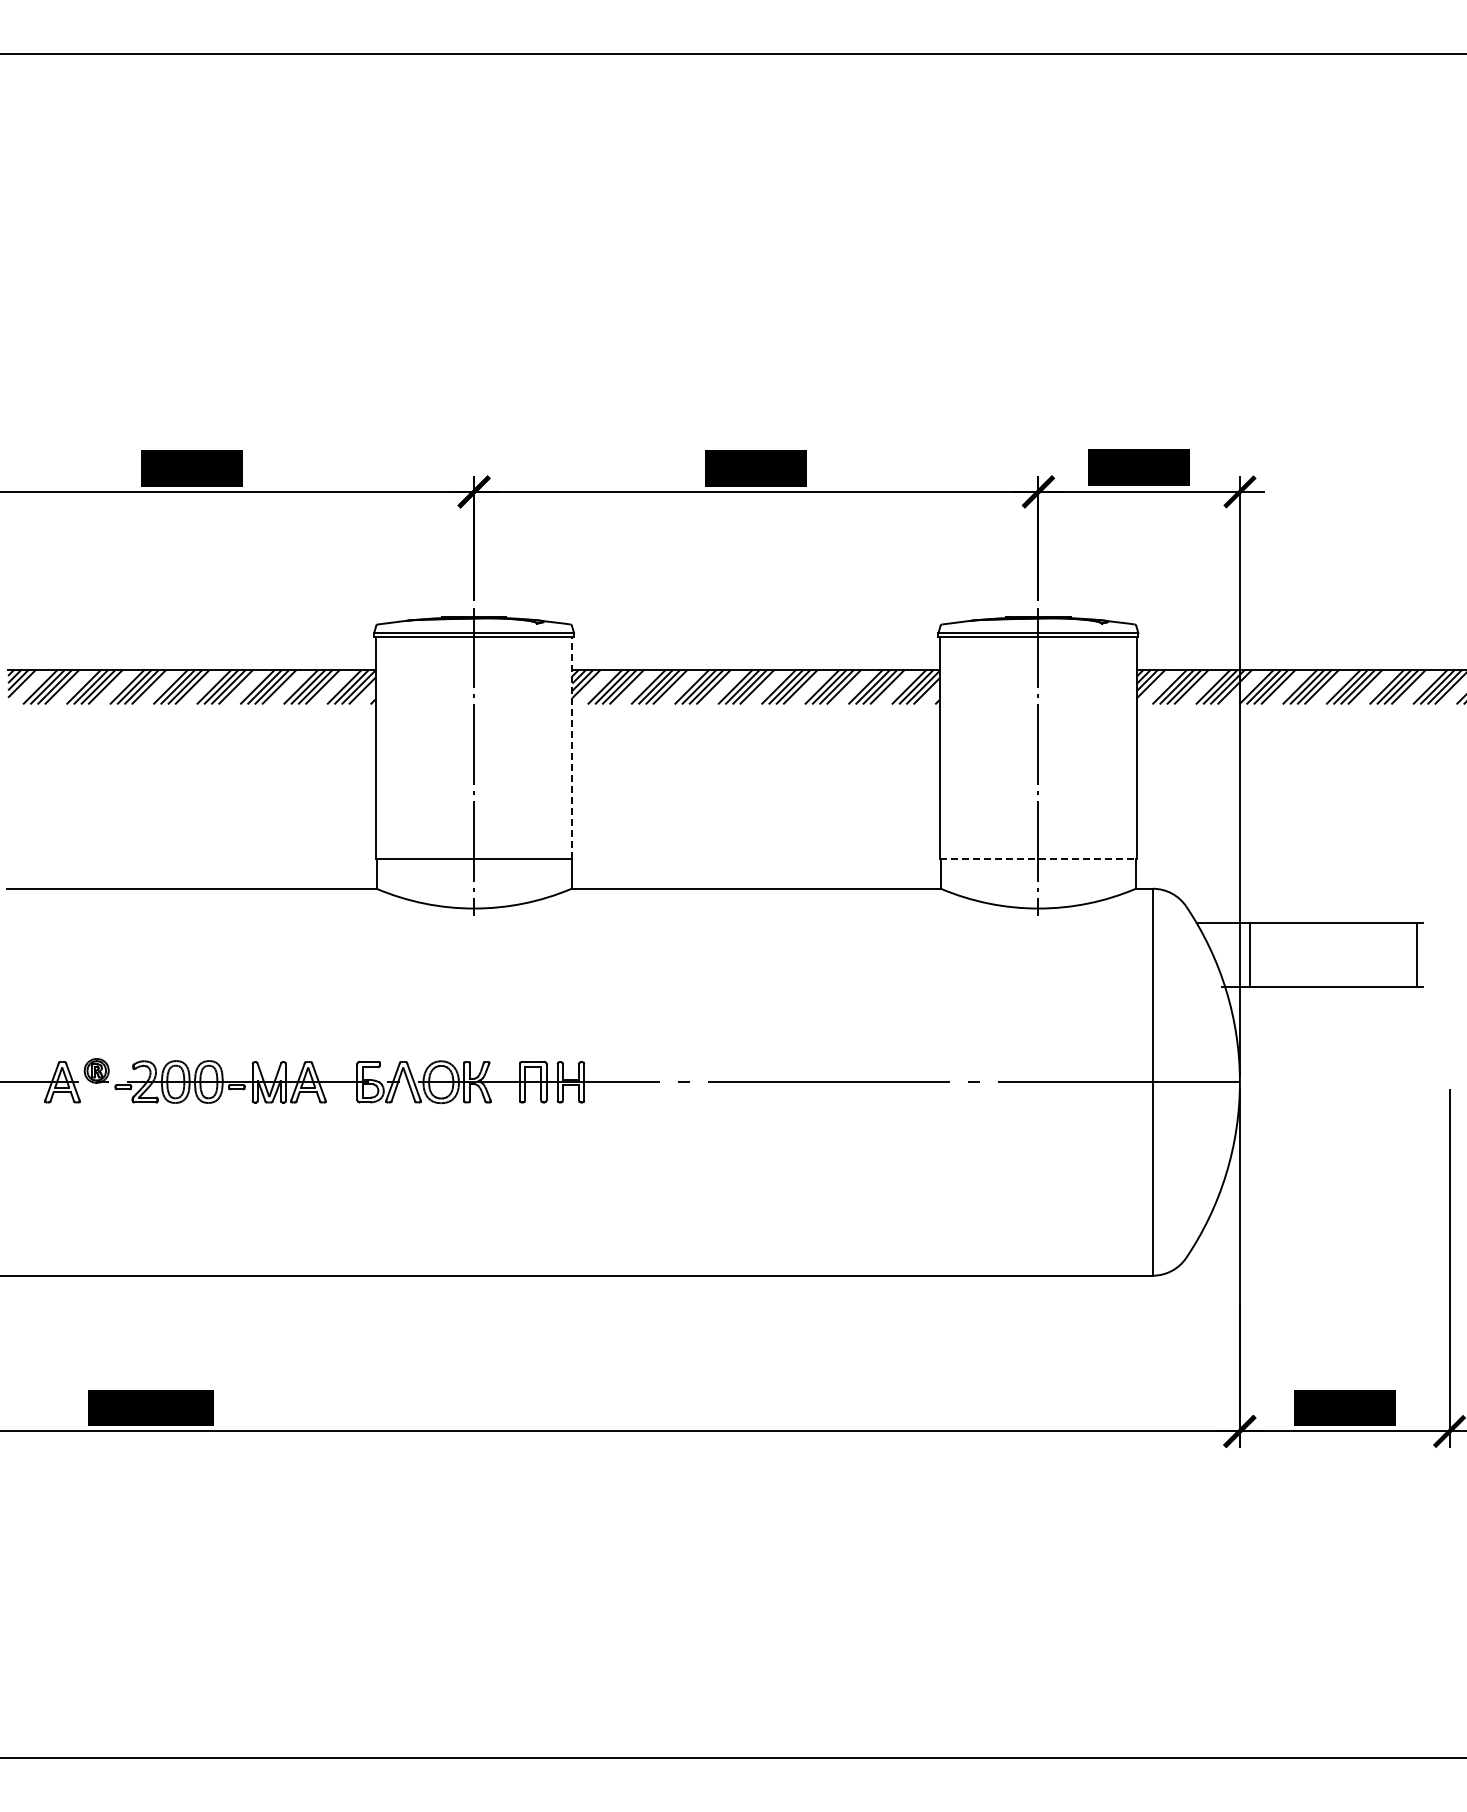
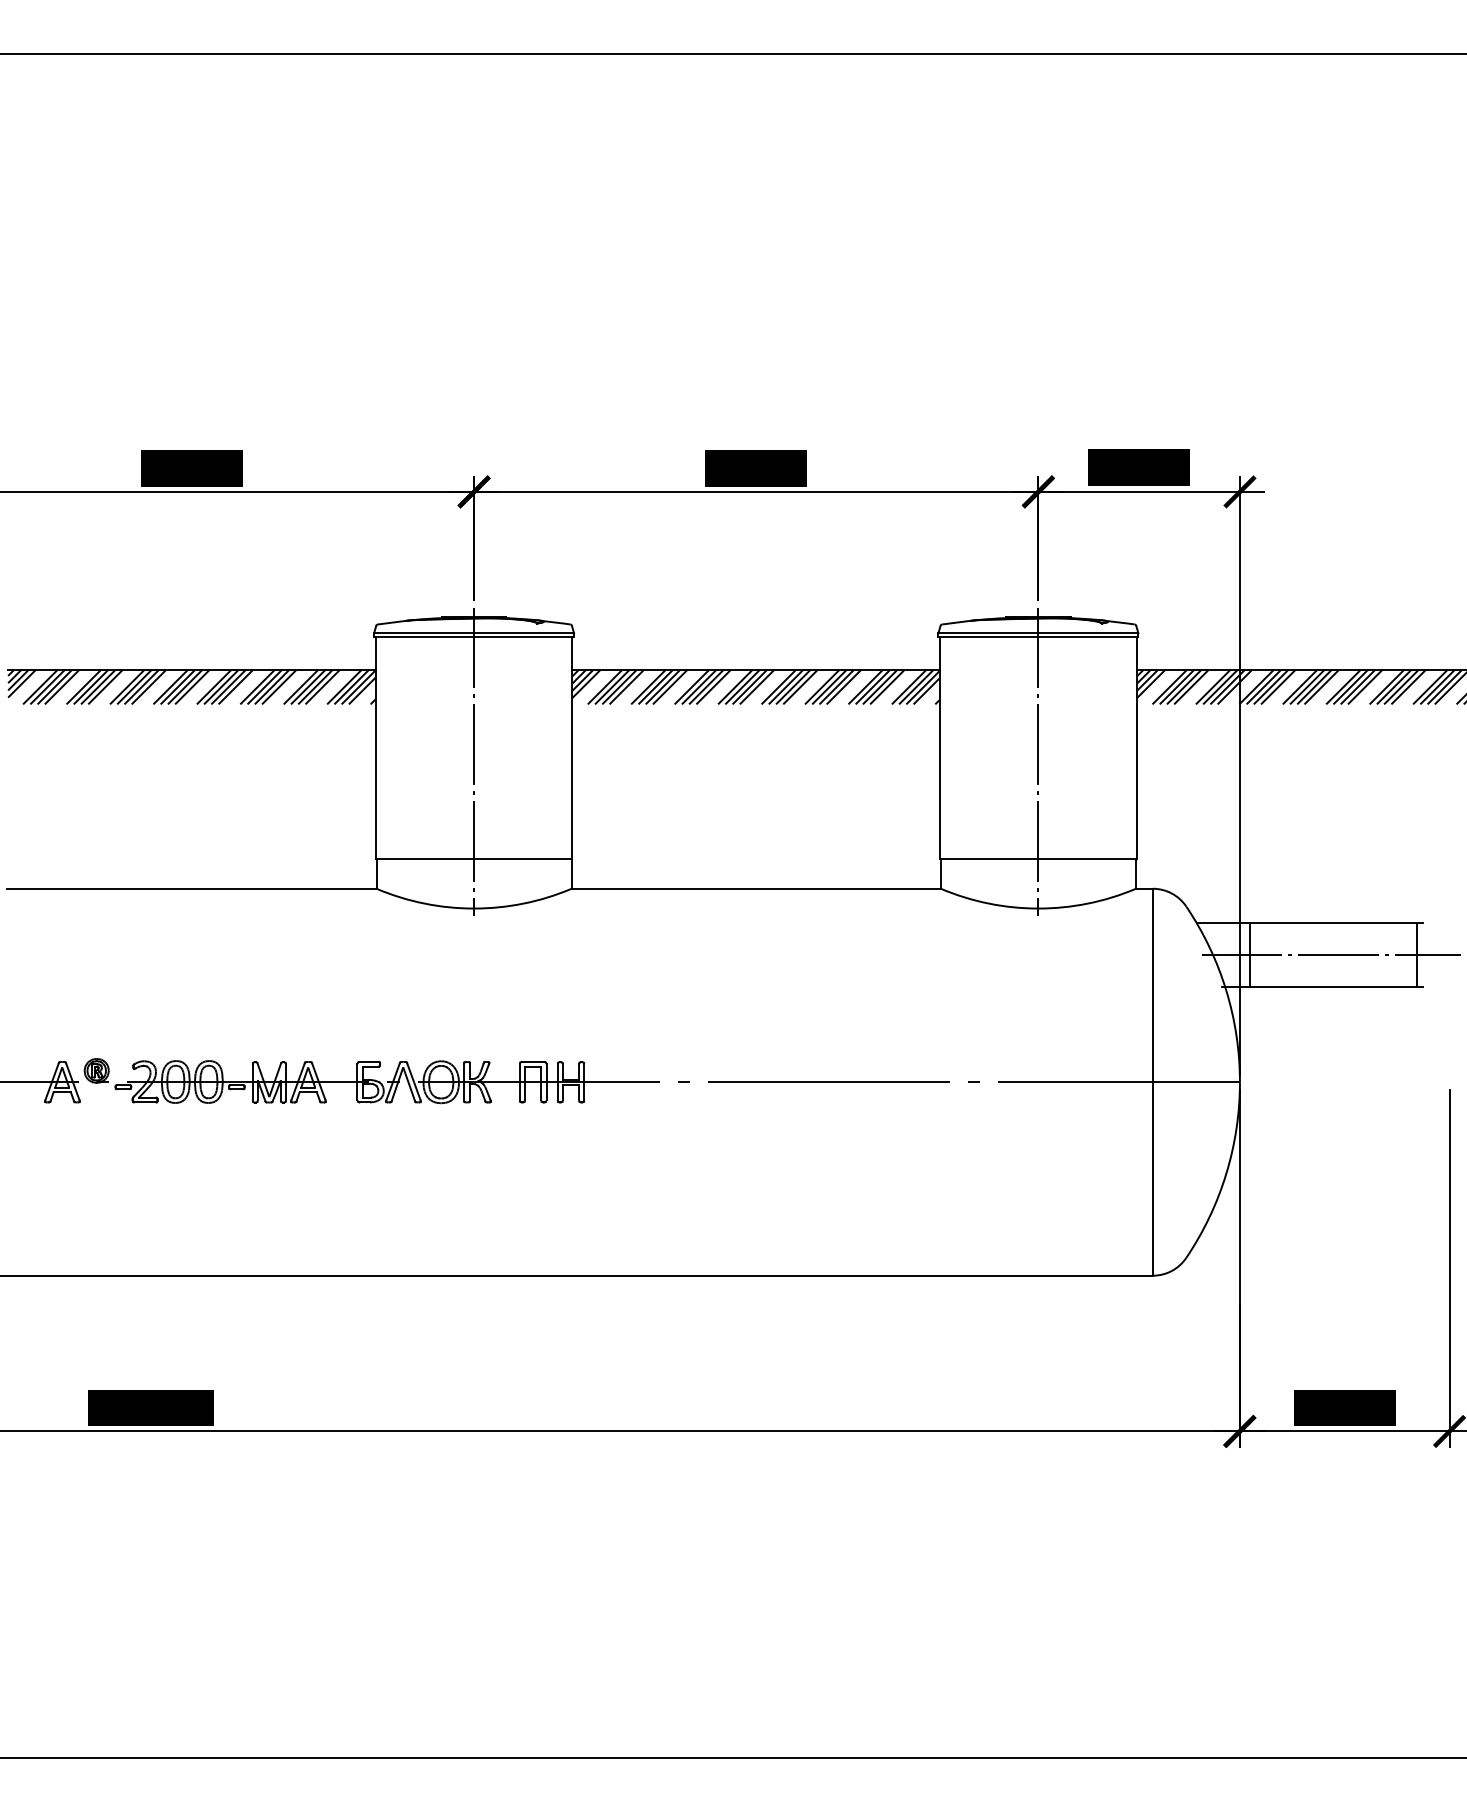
line at (572, 747): dashed -> solid
line at (1038, 859): dashed -> solid
line at (1330, 955): none -> present
